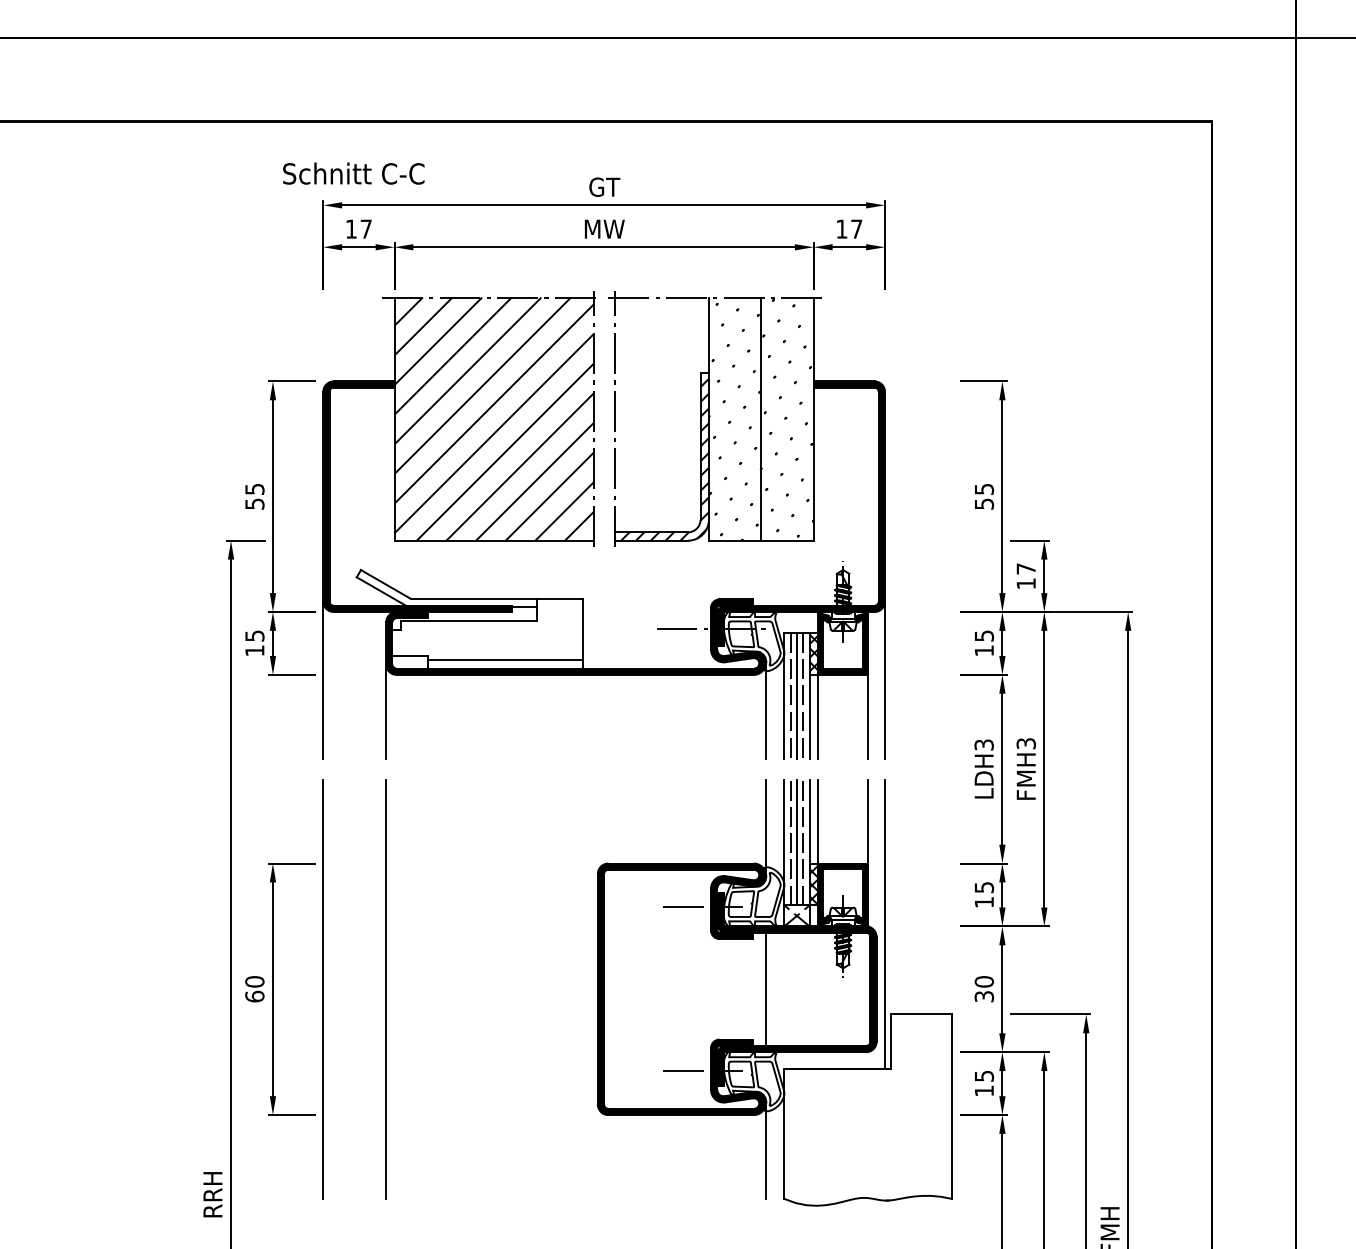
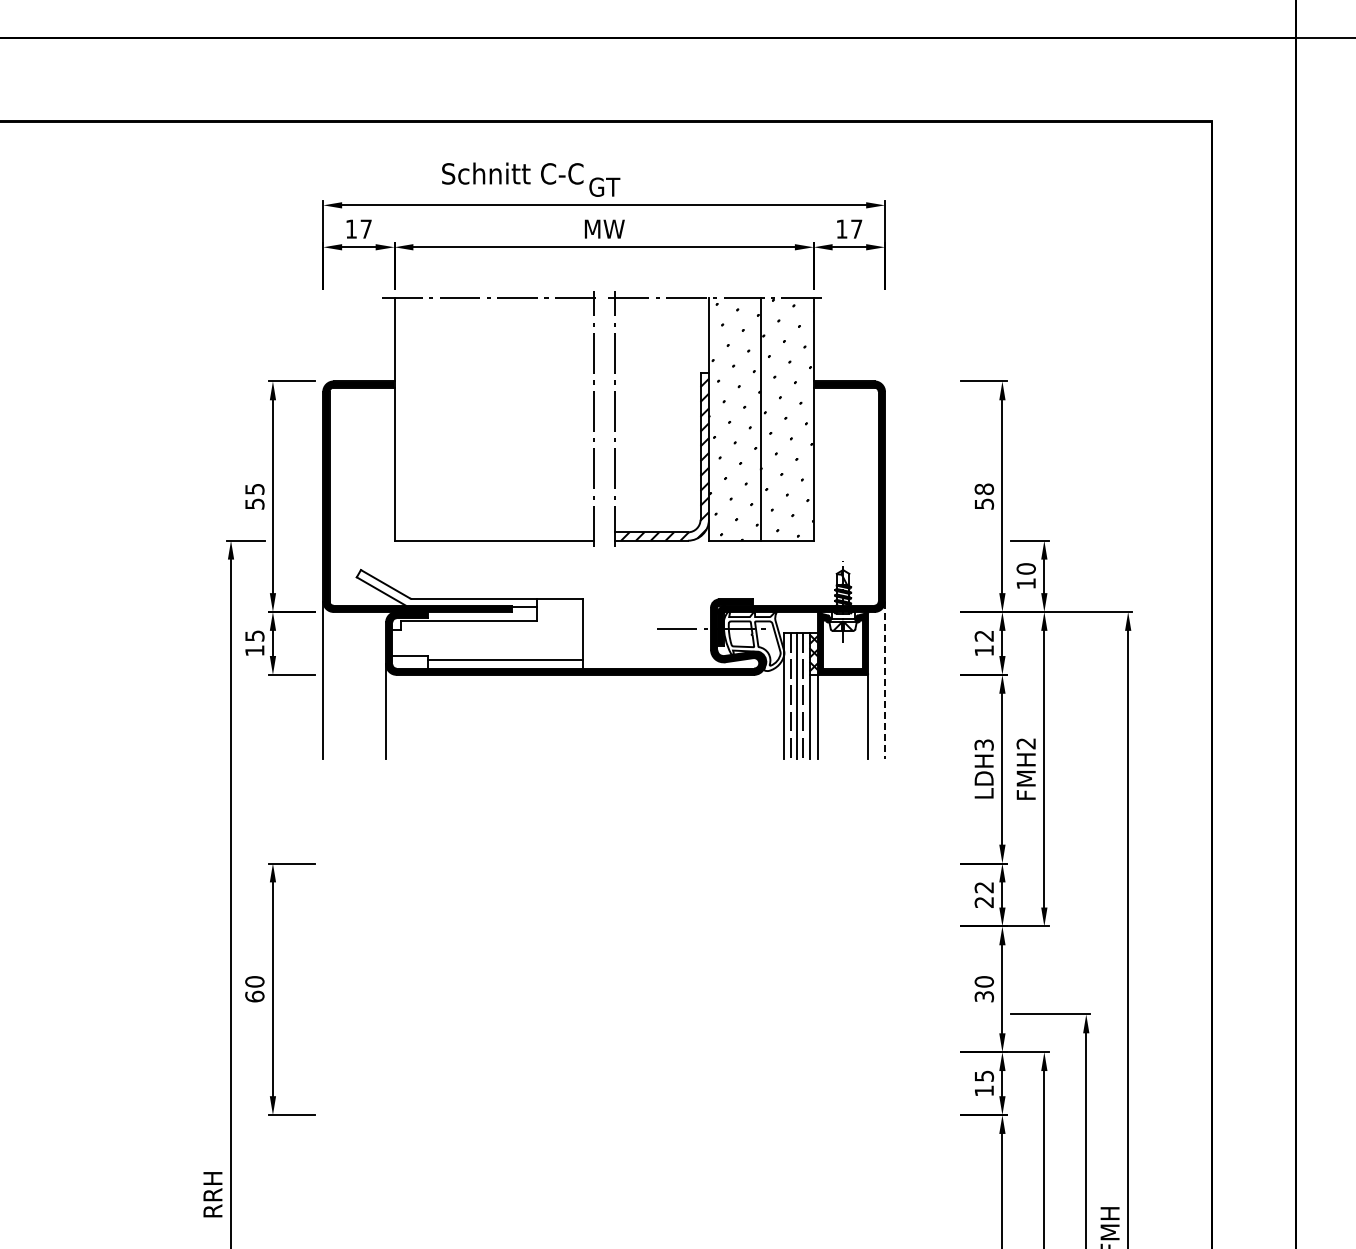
text at (353, 173) position: (353, 173) -> (512, 173)
hatch at (493, 418): present -> none
text at (983, 489): 55 -> 58
text at (1025, 568): 17 -> 10
text at (984, 635): 15 -> 12
line at (885, 680): solid -> dashed
line at (765, 710): present -> none
text at (1025, 743): FMH3 -> FMH2
text at (984, 894): 15 -> 22
line at (323, 988): present -> none
line at (385, 989): present -> none
part at (774, 992): present -> none
